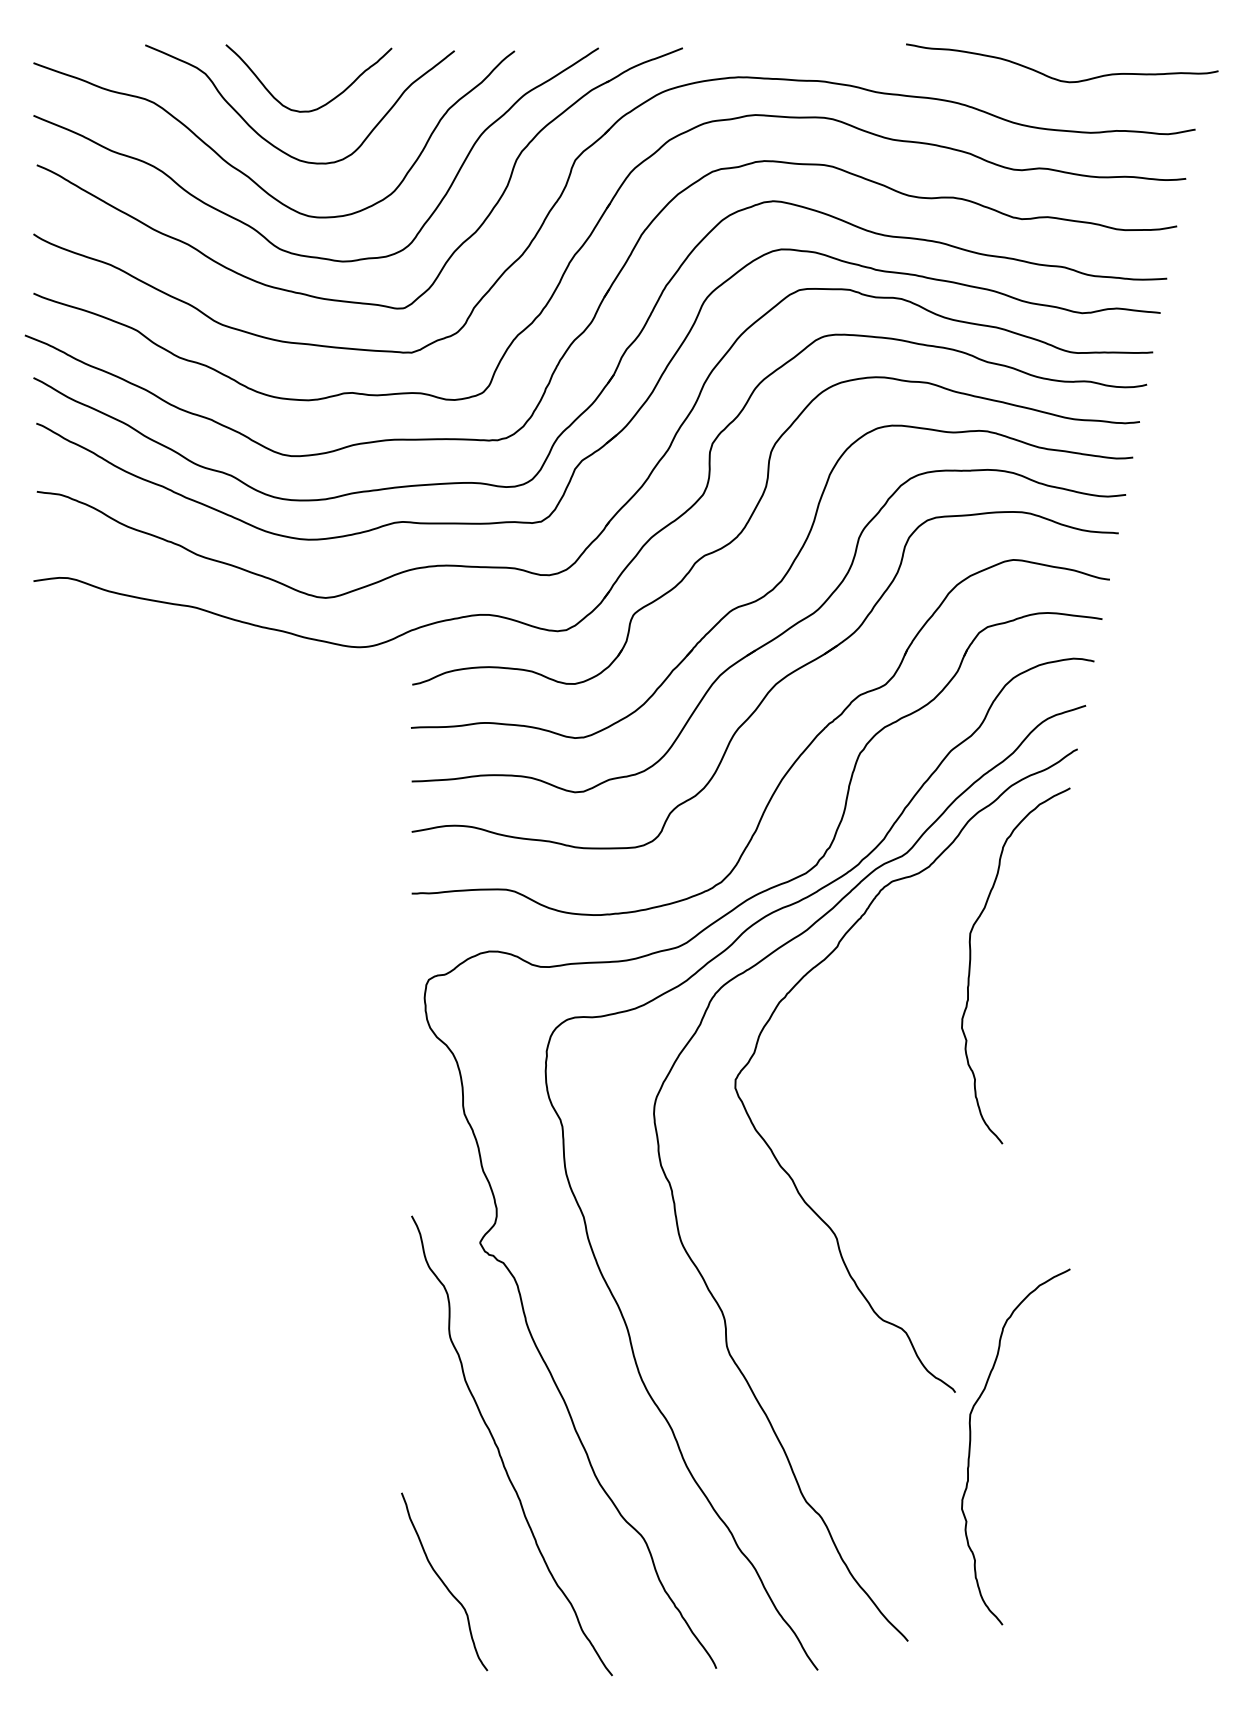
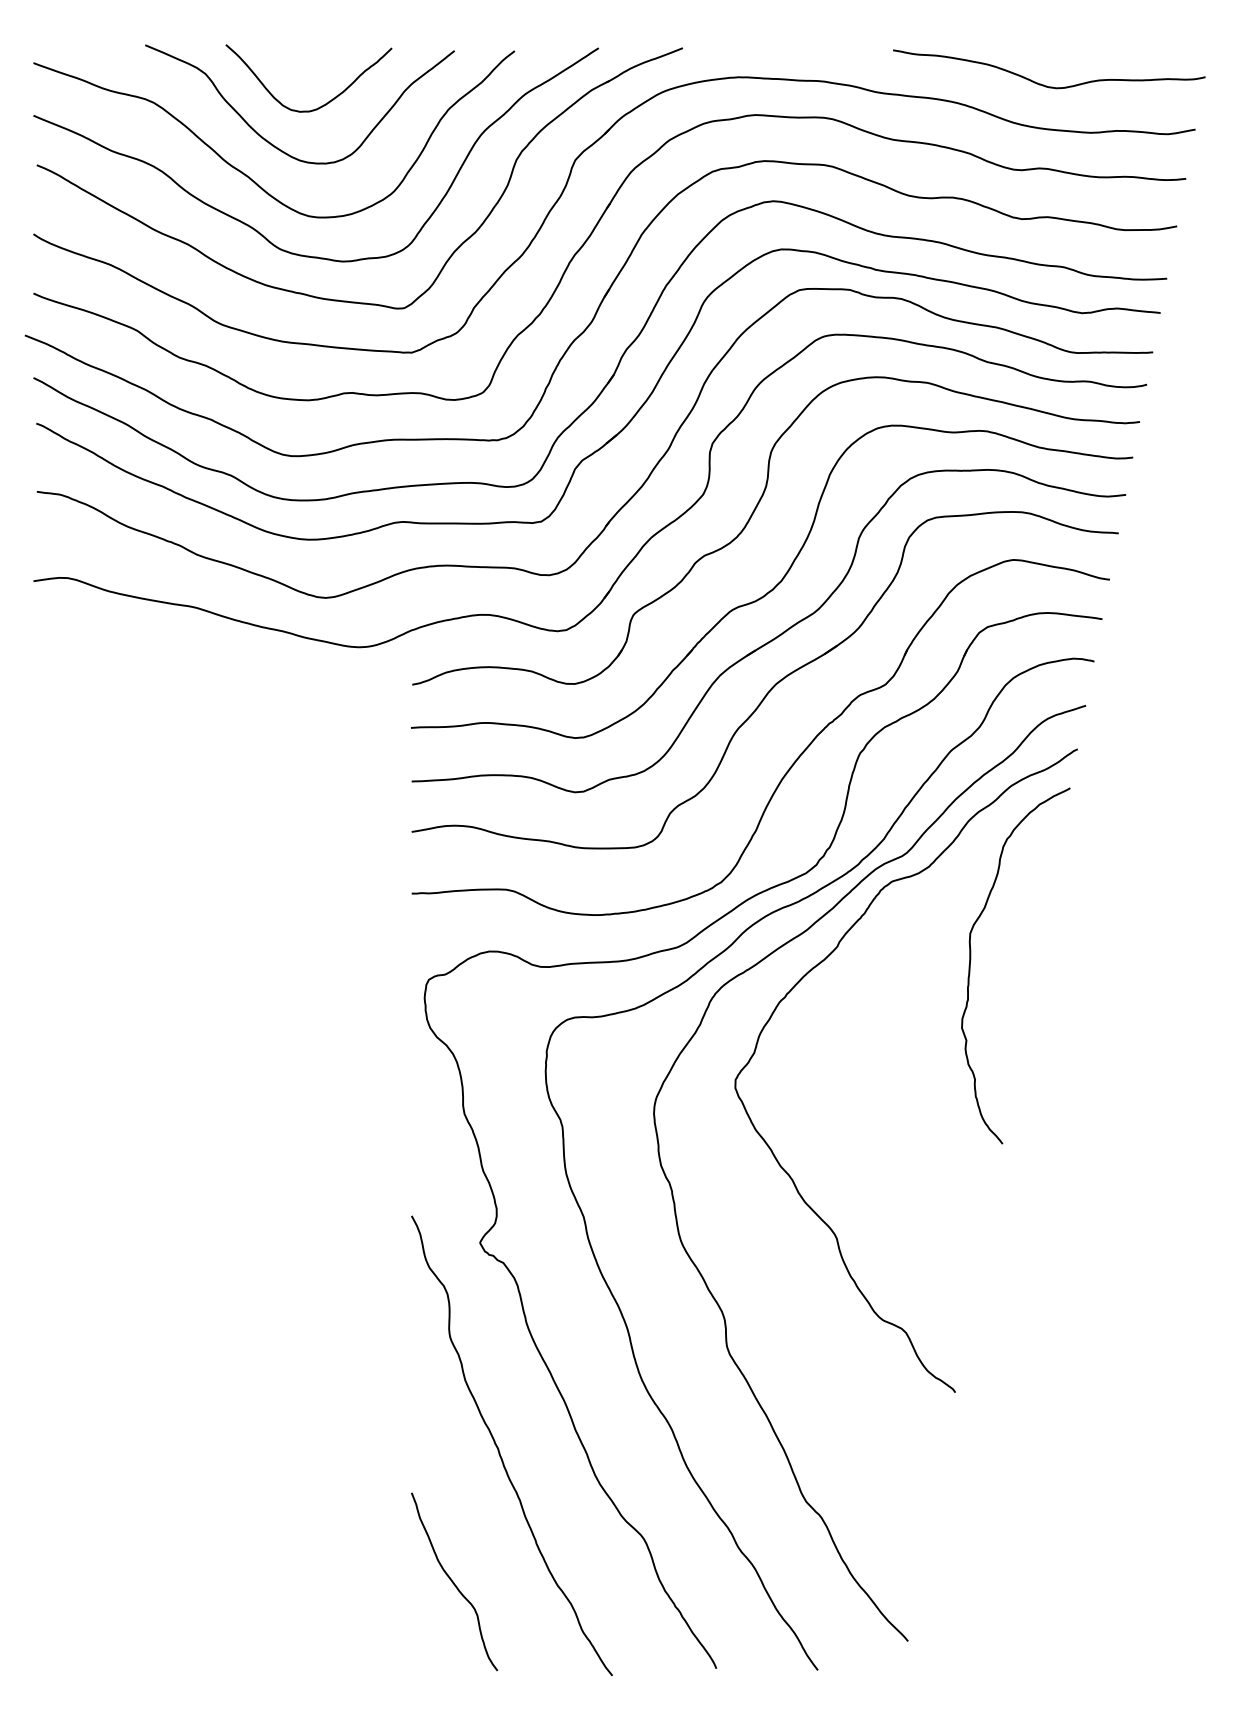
curve at (1056, 78) position: (1056, 78) -> (1043, 84)
curve at (971, 1441): present -> none
curve at (443, 1581) position: (443, 1581) -> (453, 1581)
